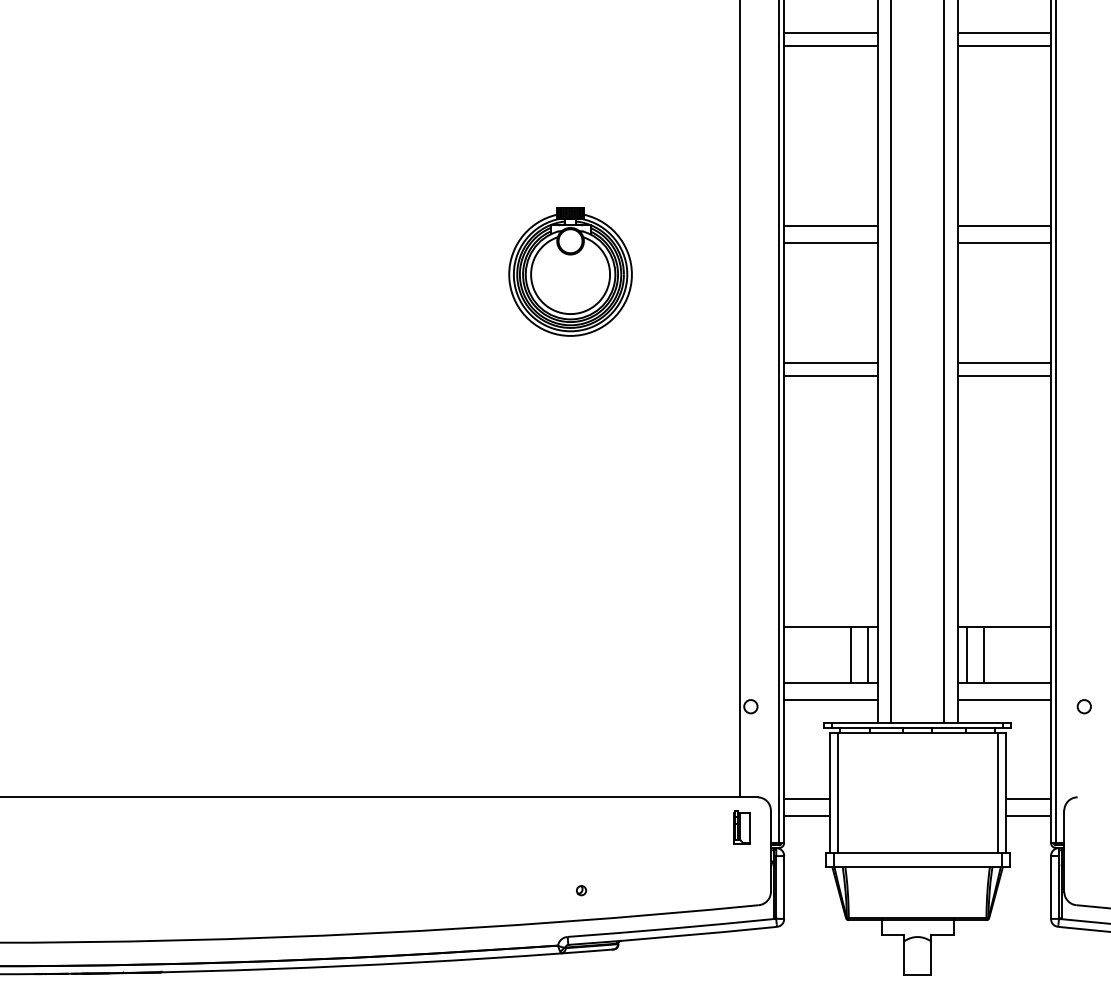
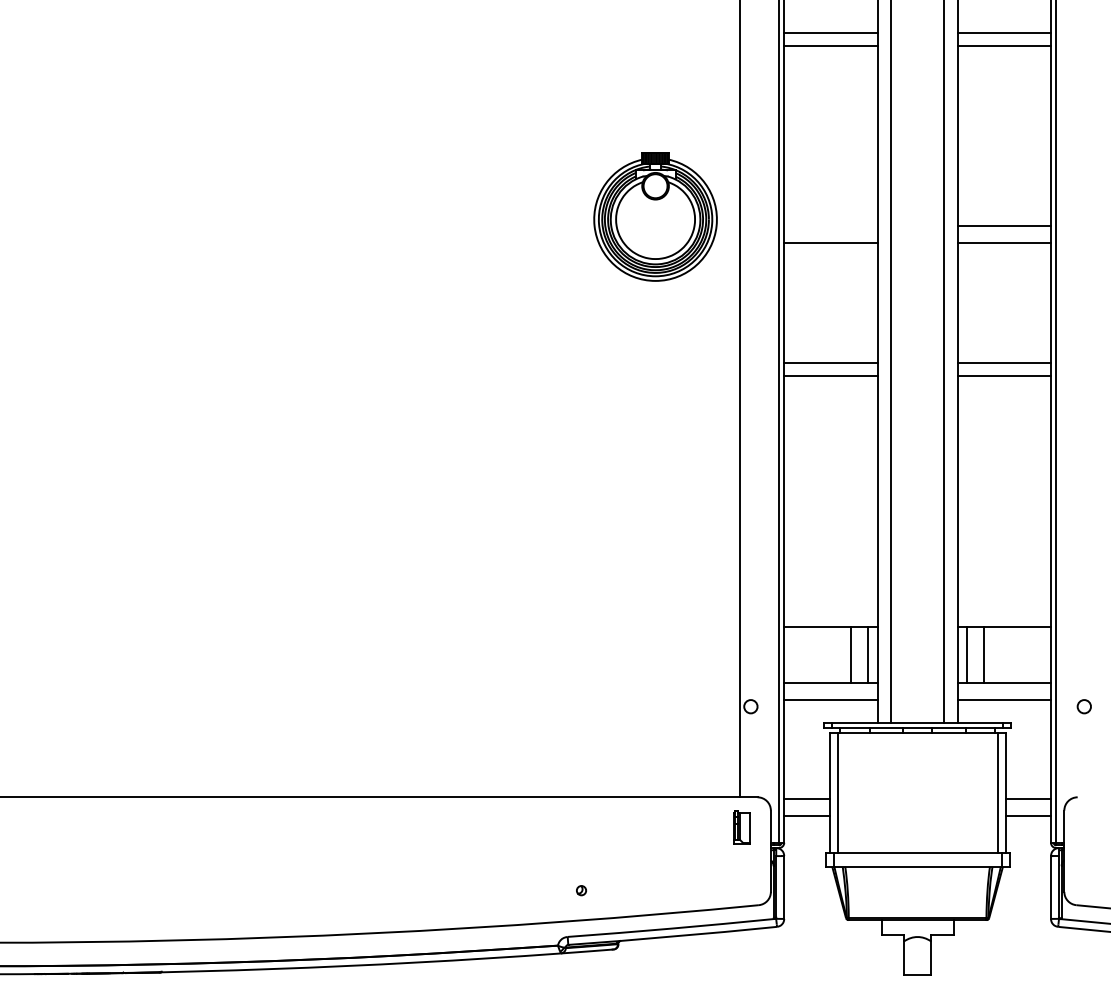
line at (830, 225): present -> none
part at (570, 271) position: (570, 271) -> (655, 216)
